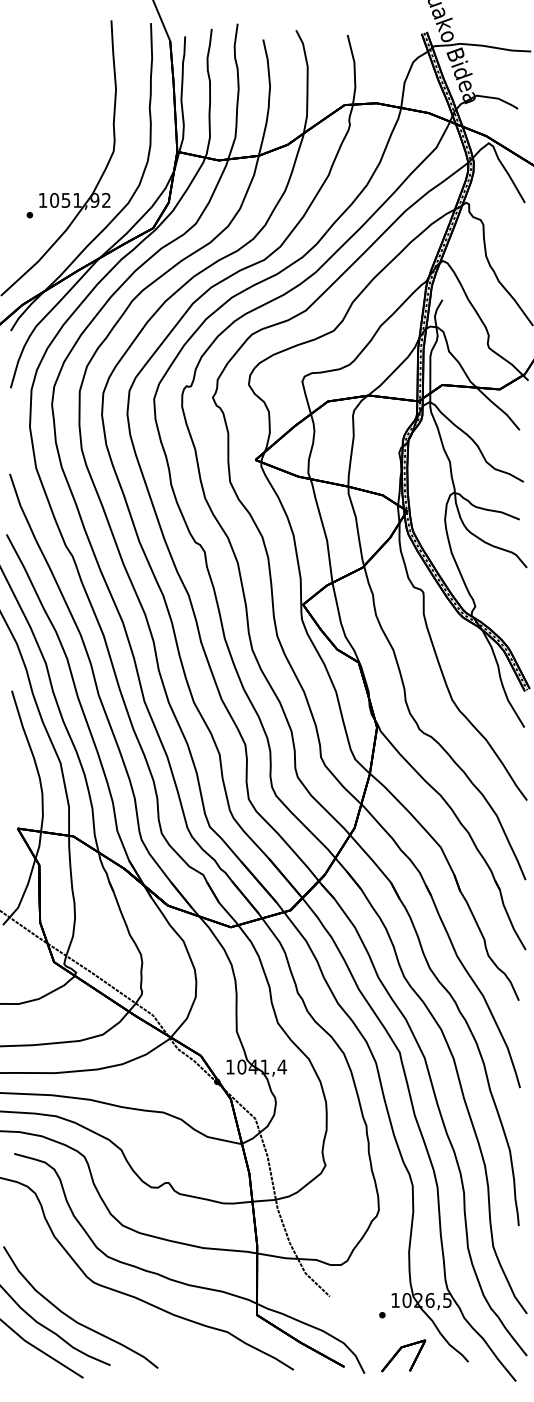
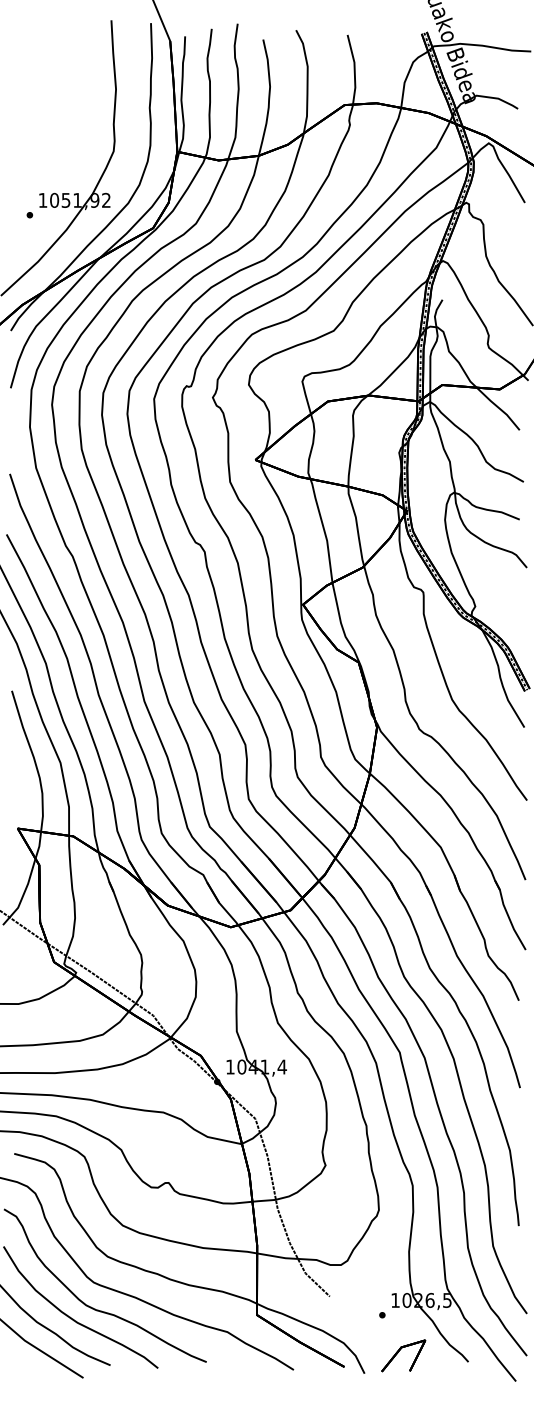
curve at (93, 1307): none -> present
